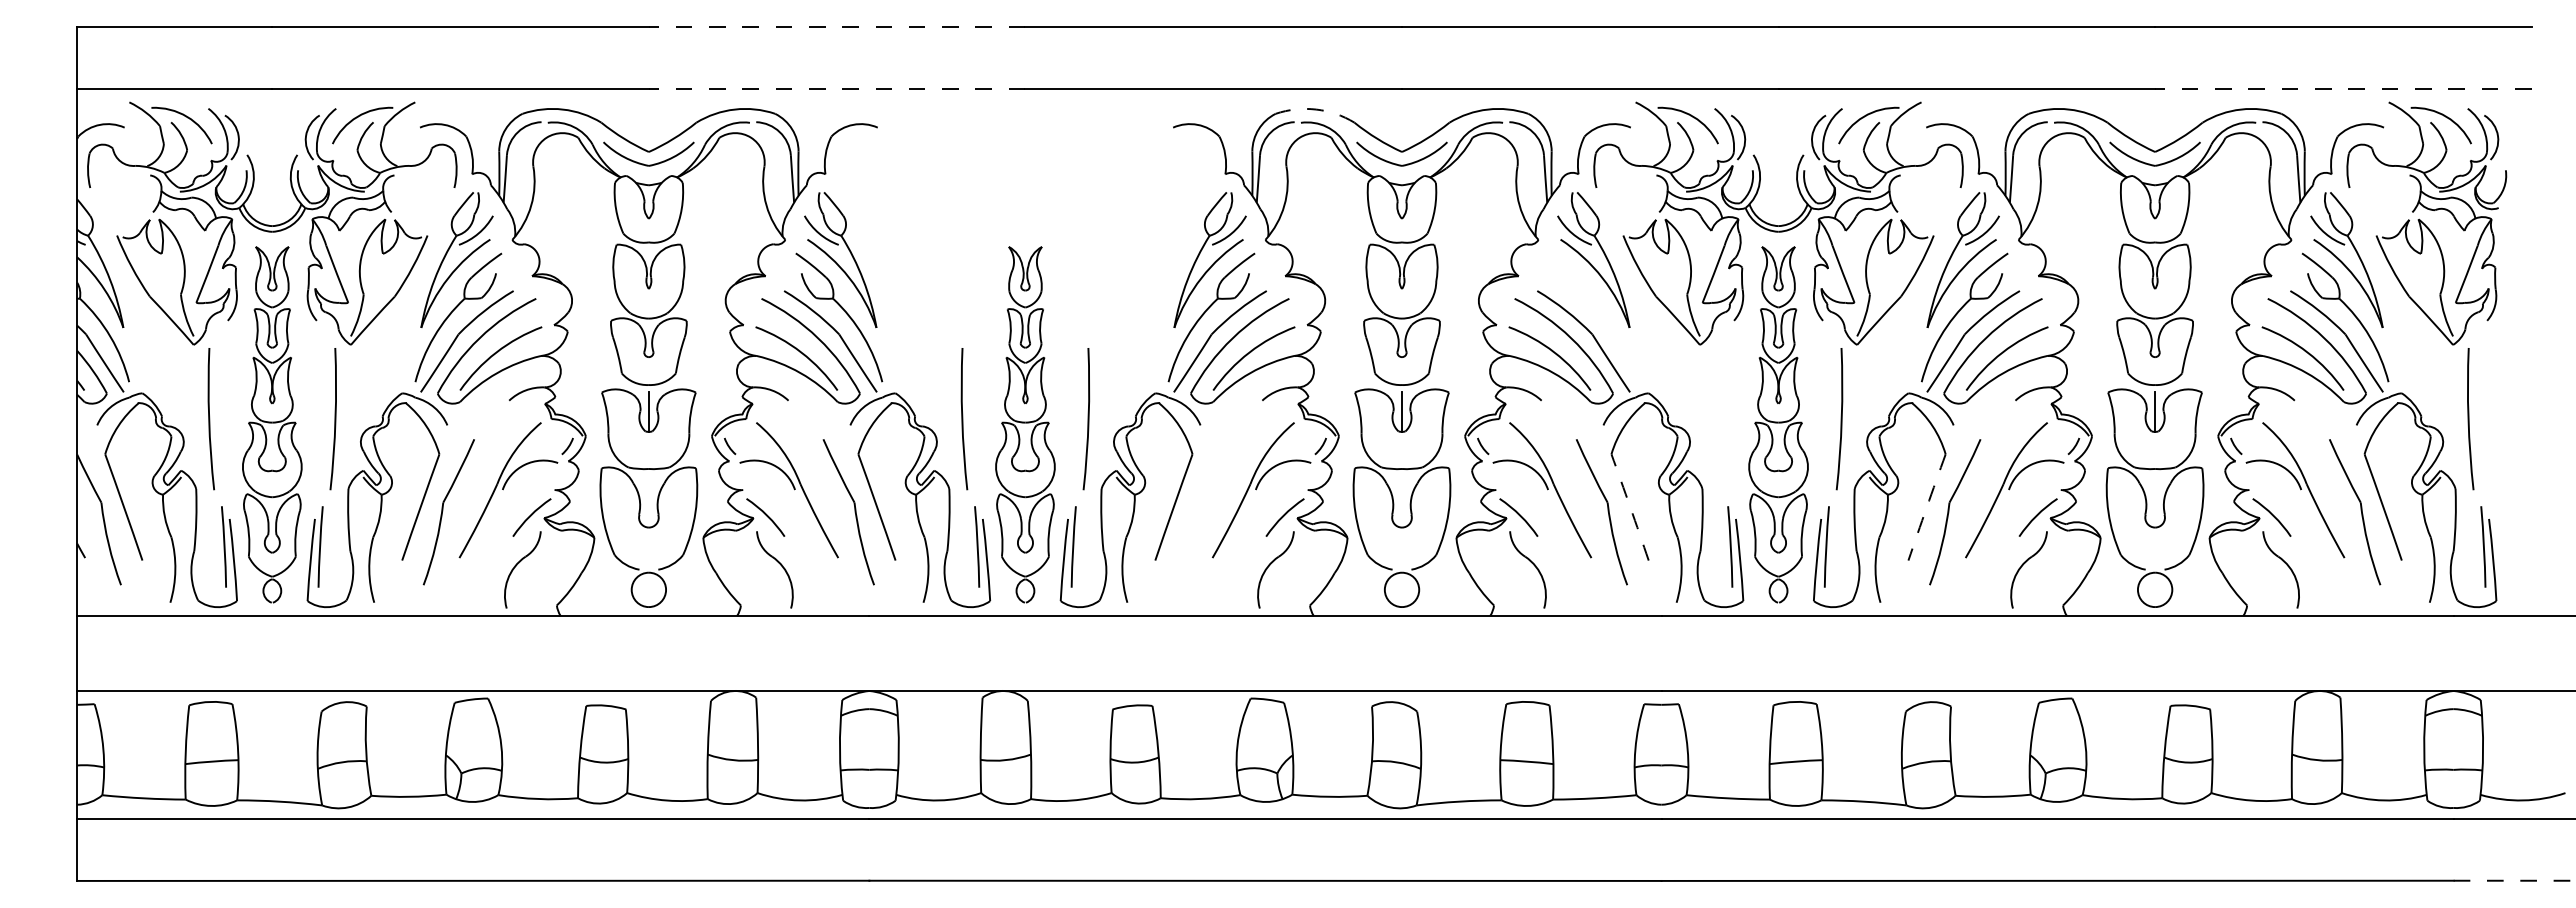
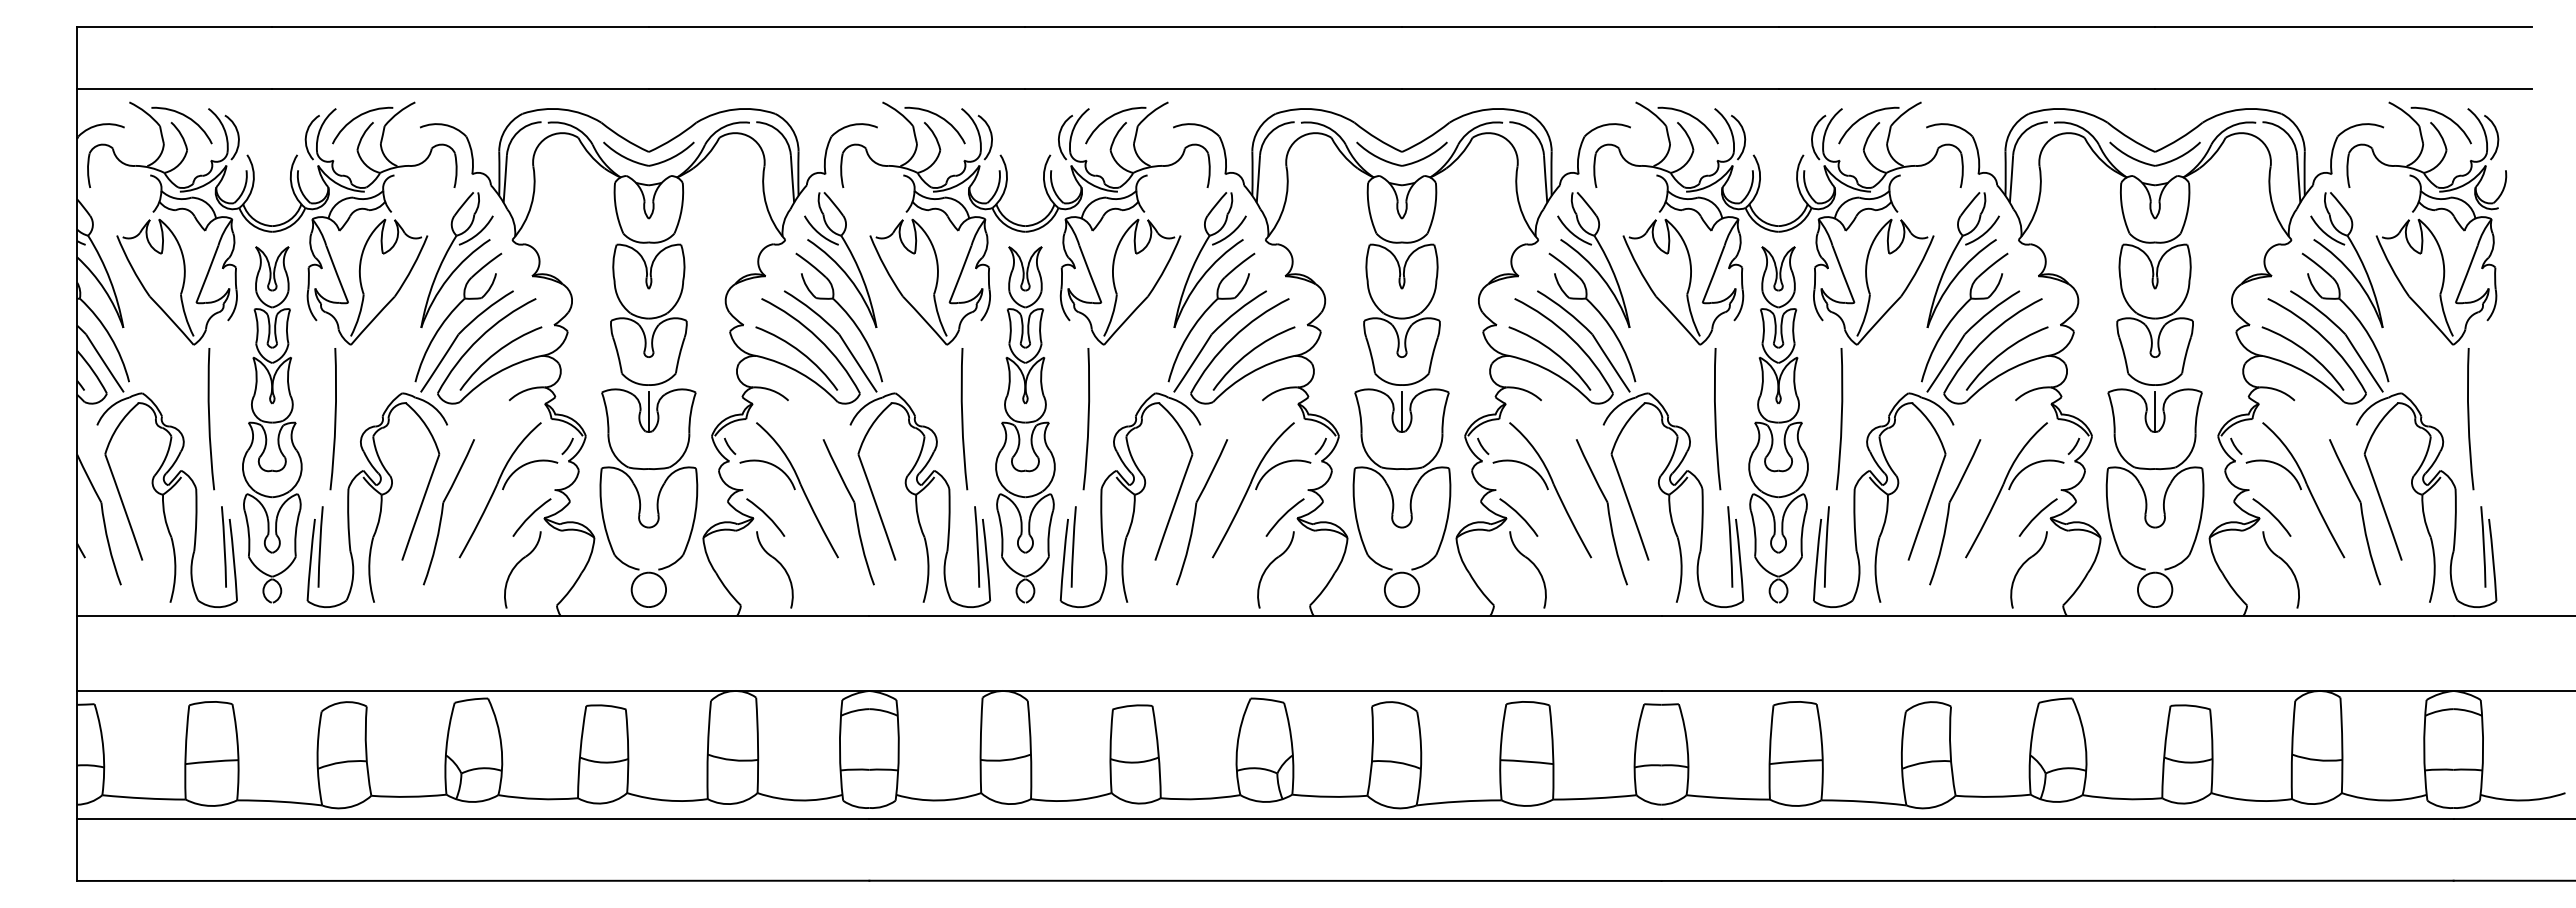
line at (836, 27): dashed -> solid
line at (836, 89): dashed -> solid
line at (2342, 89): dashed -> solid
arc at (1316, 109): dashed -> solid
part at (1025, 223): none -> present
part at (1599, 314): none -> present
arc at (1716, 419): none -> present
arc at (1630, 507): dashed -> solid
arc at (1926, 507): dashed -> solid
part at (1202, 512): none -> present
line at (2514, 880): dashed -> solid
